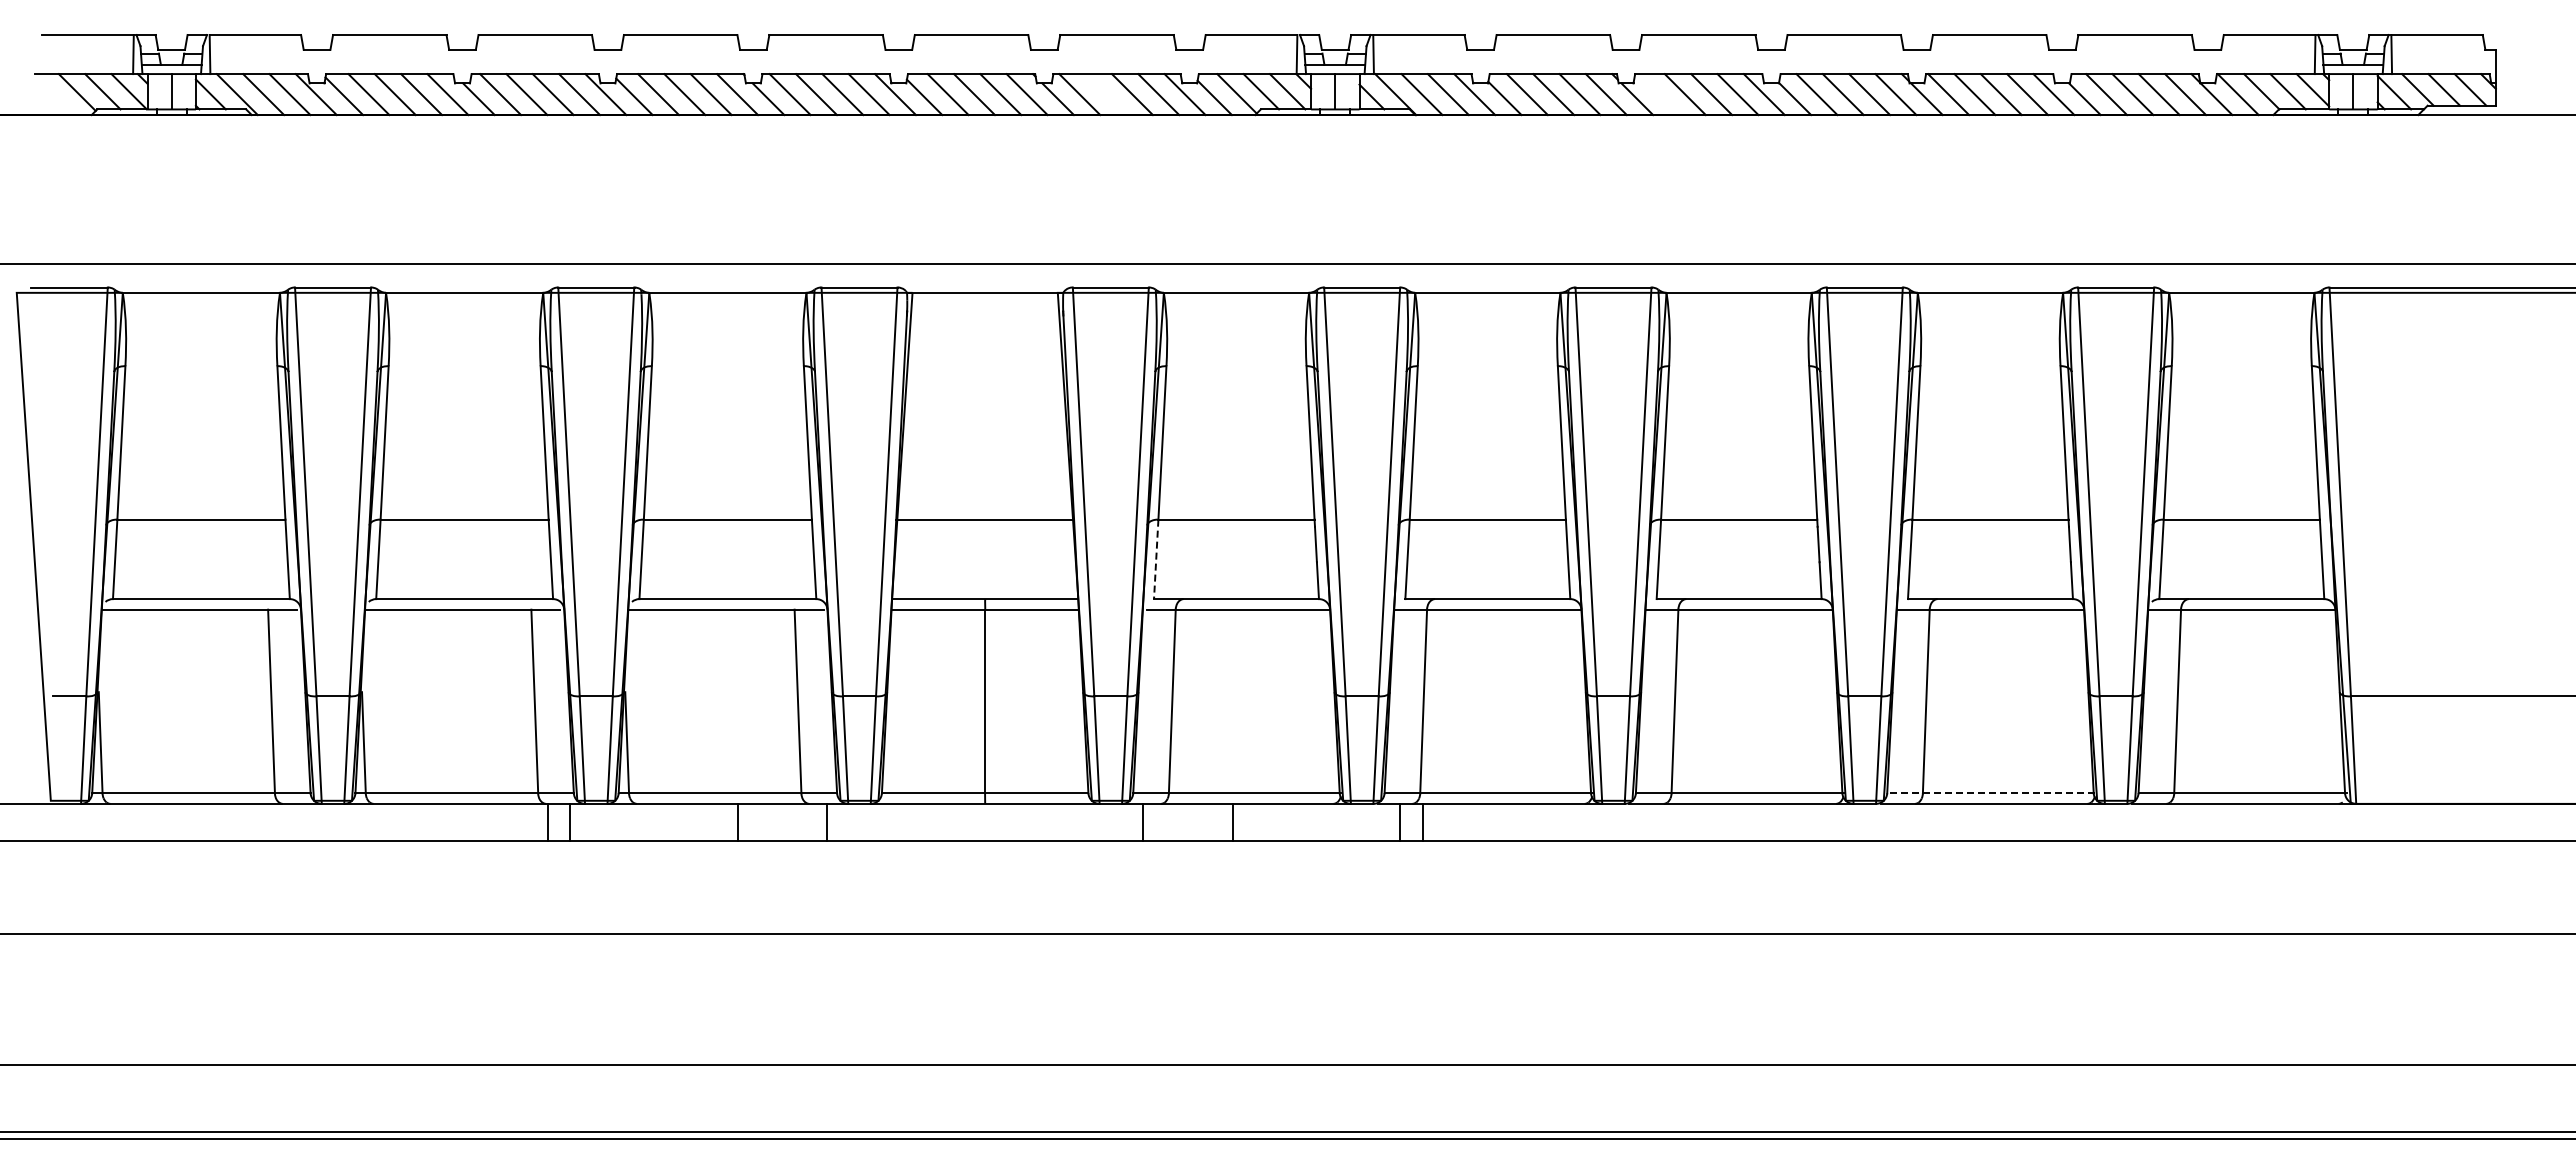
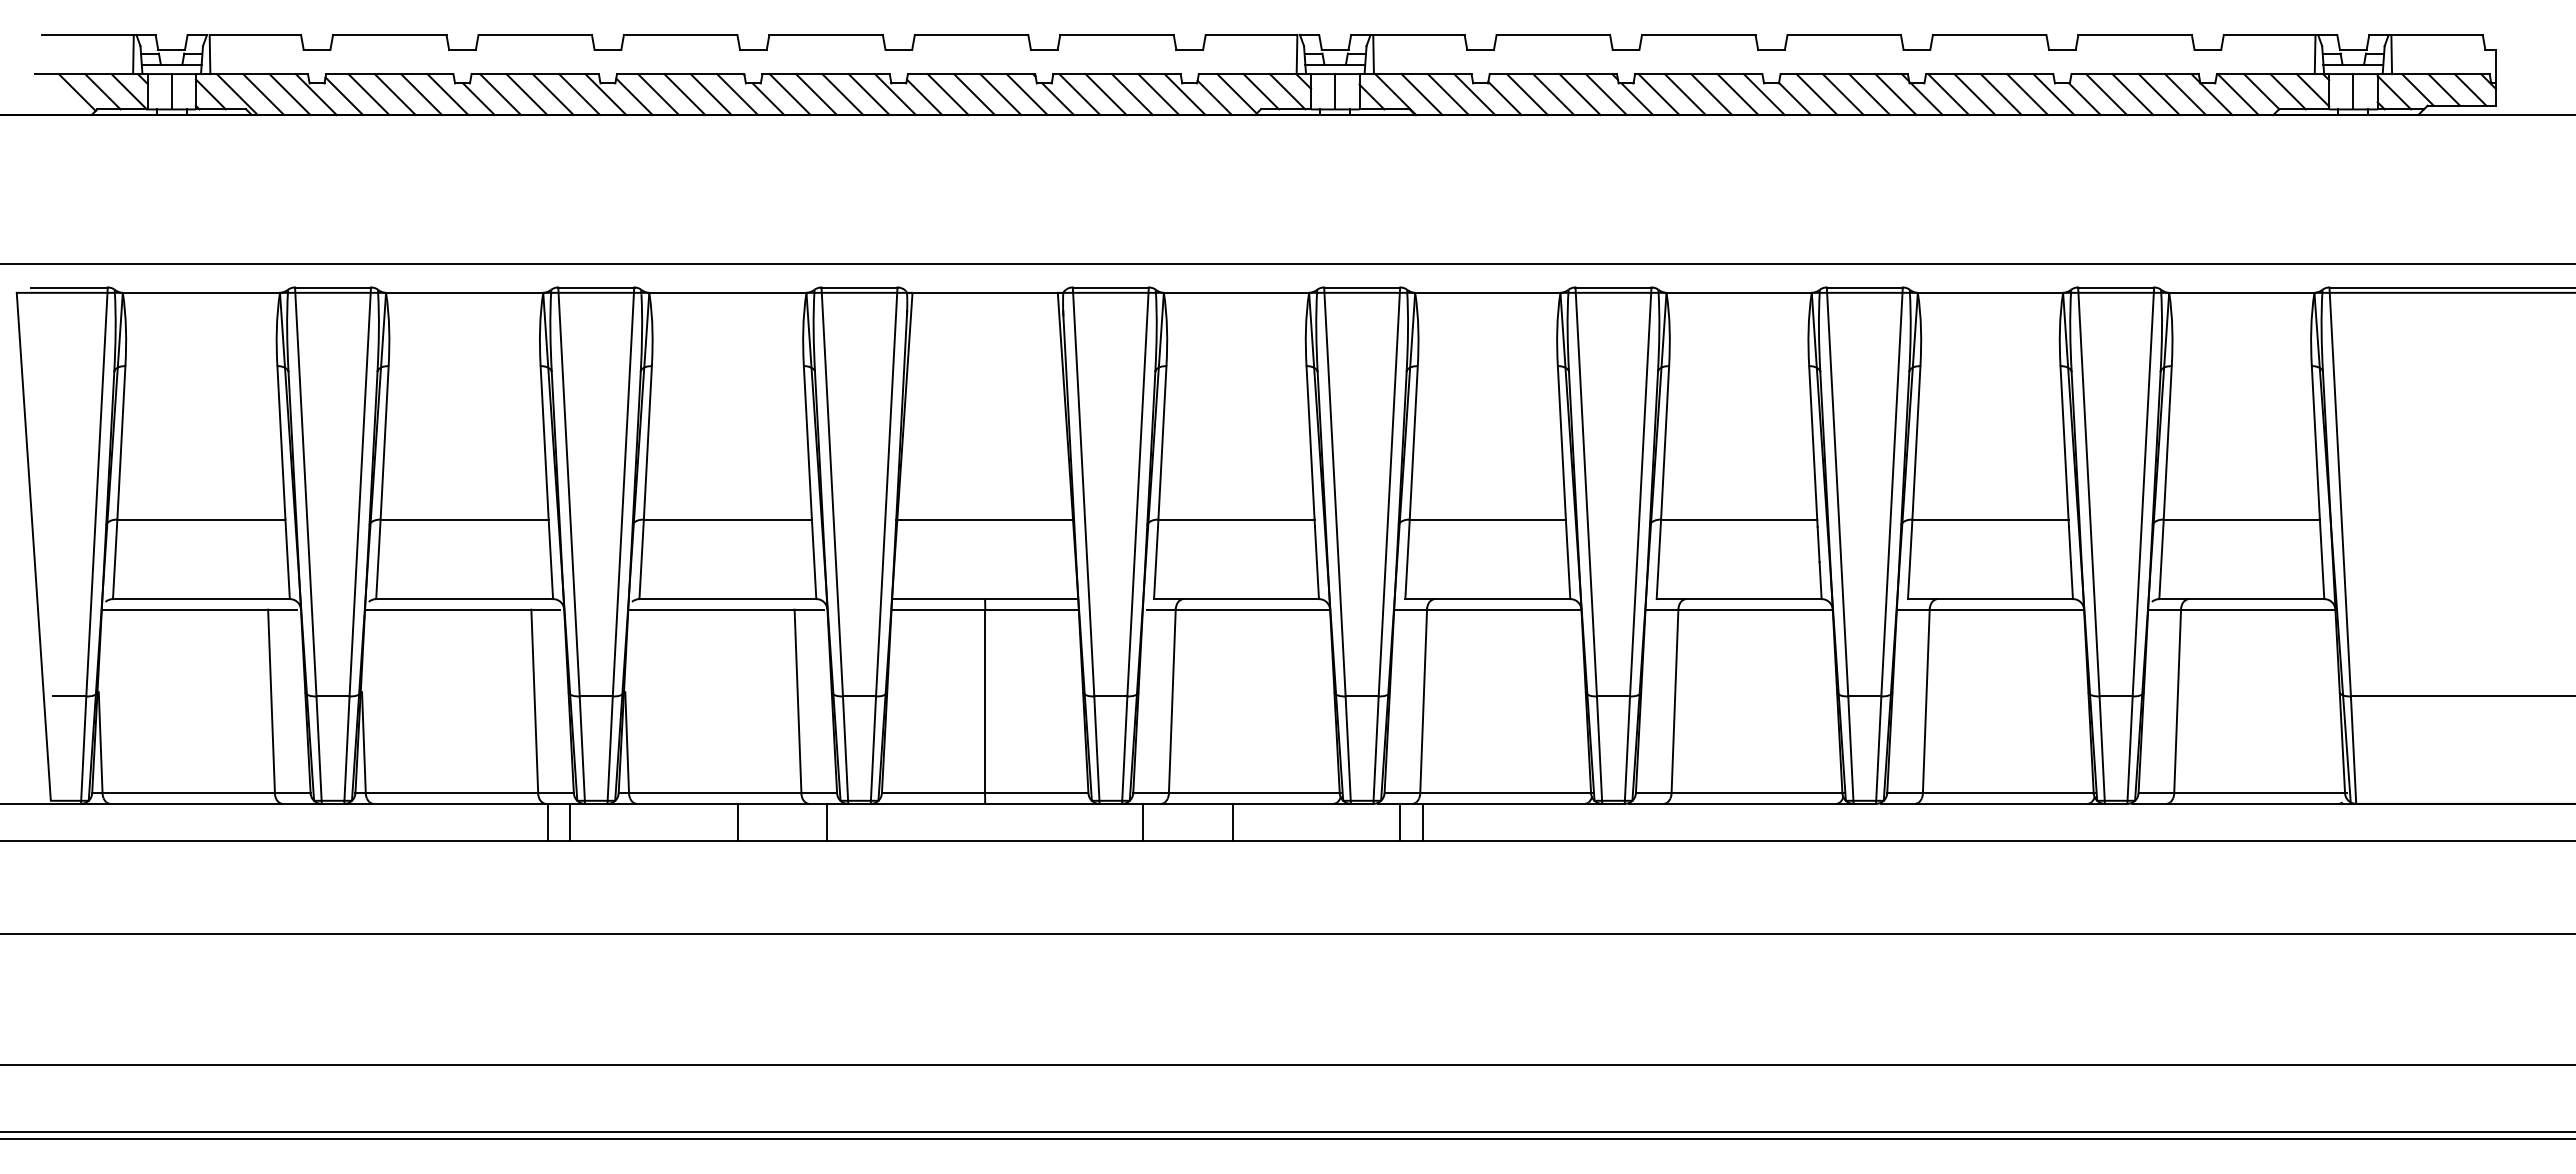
line at (1105, 94): none -> present
line at (1658, 94): none -> present
line at (1156, 559): dashed -> solid
line at (1990, 793): dashed -> solid
